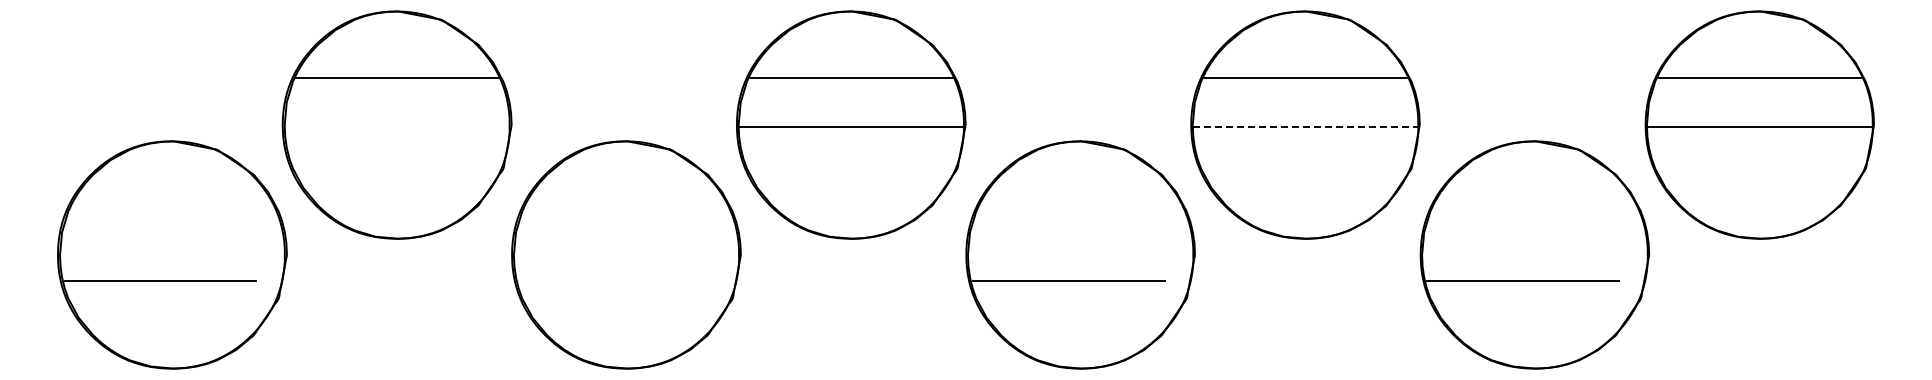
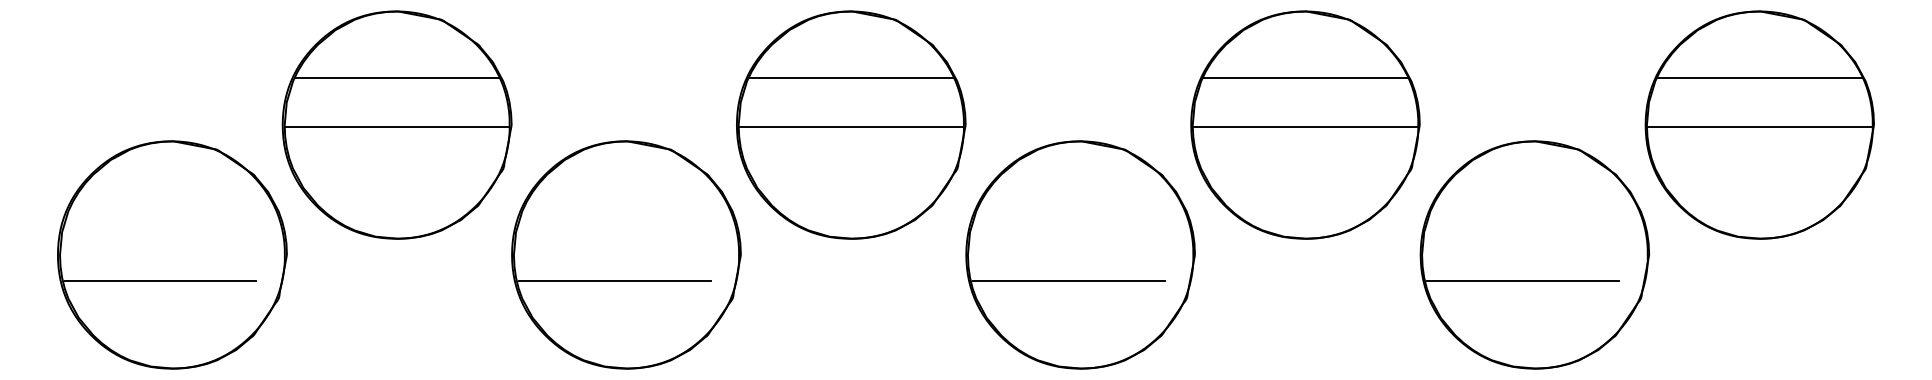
line at (397, 126): none -> present
line at (1306, 126): dashed -> solid
line at (614, 280): none -> present
